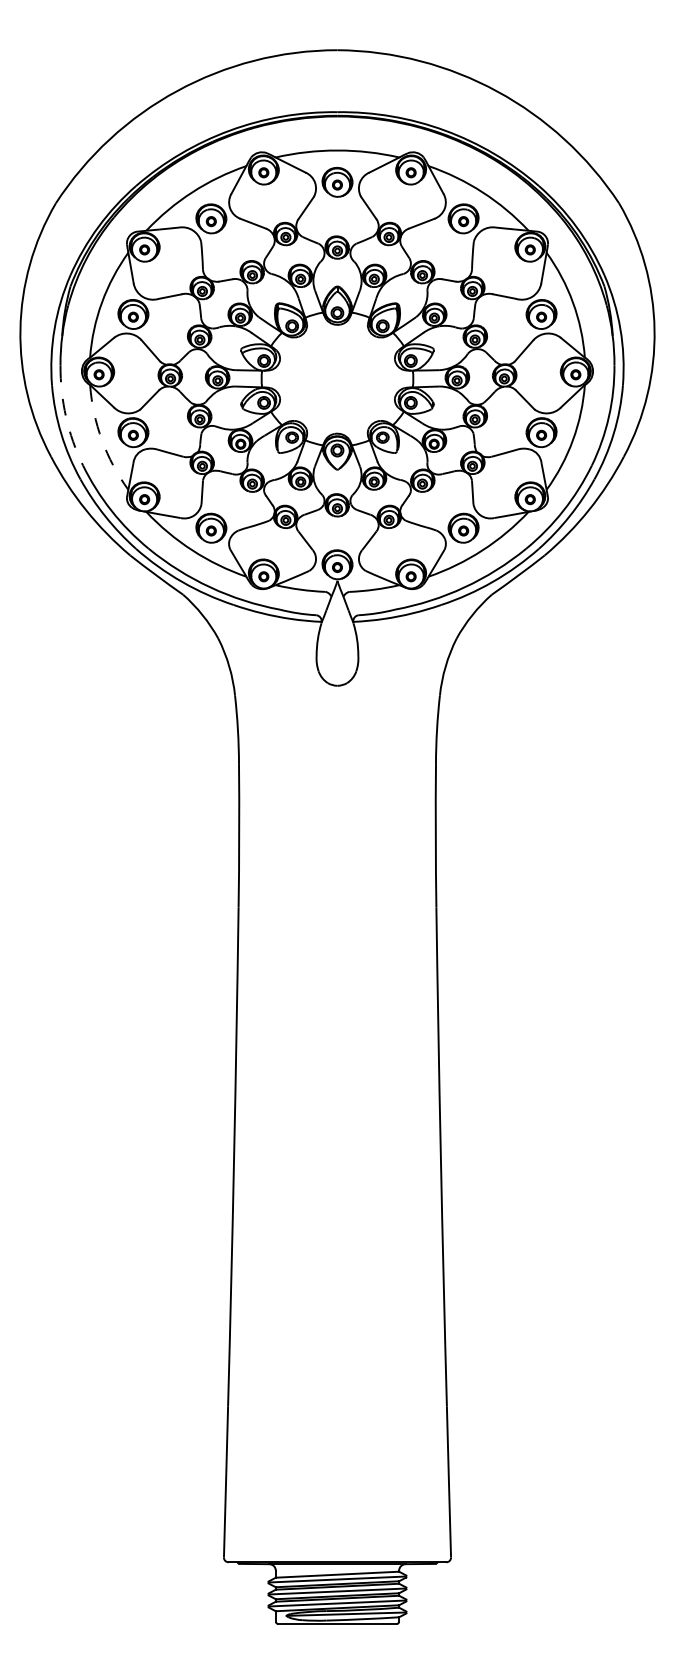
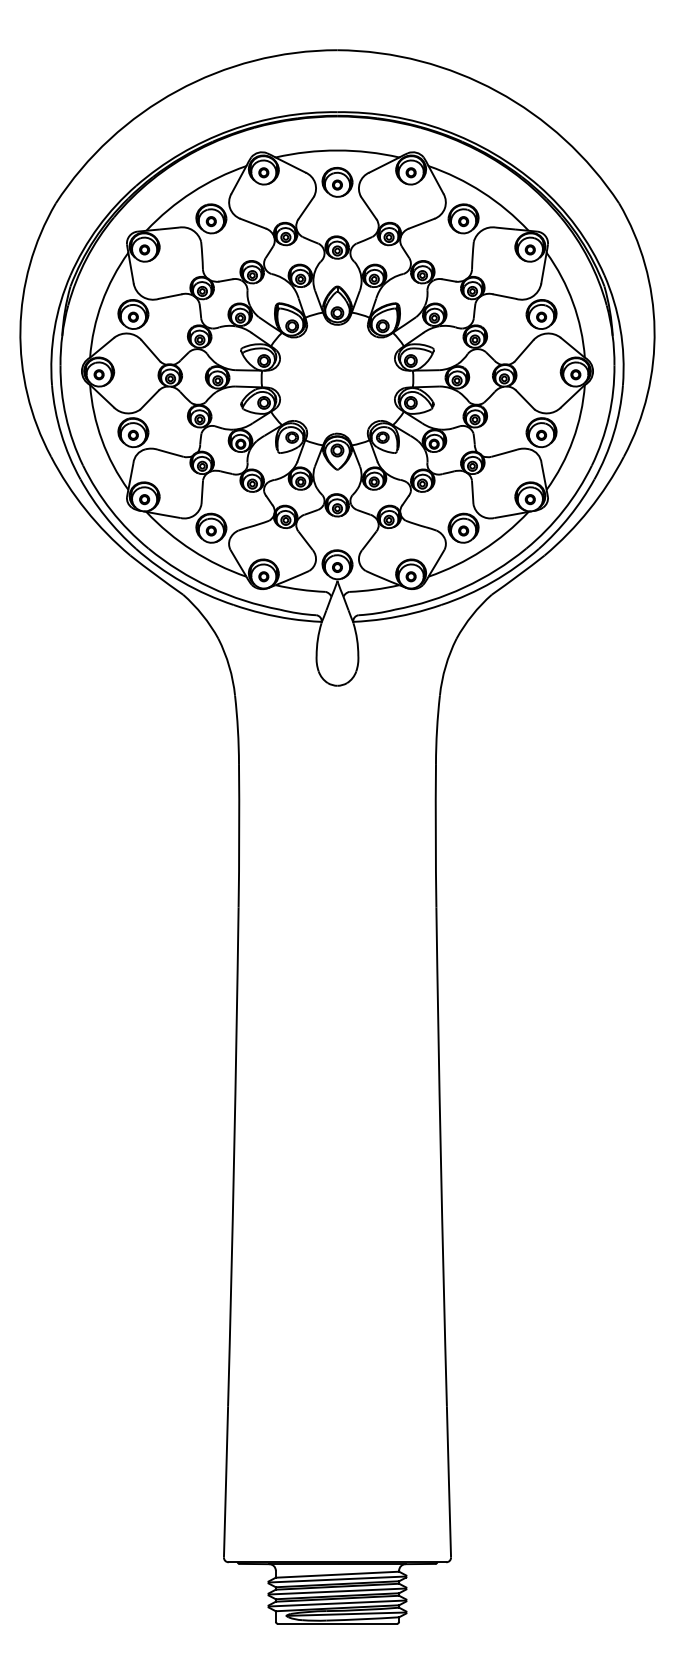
arc at (66, 416): dashed -> solid
arc at (101, 440): dashed -> solid
